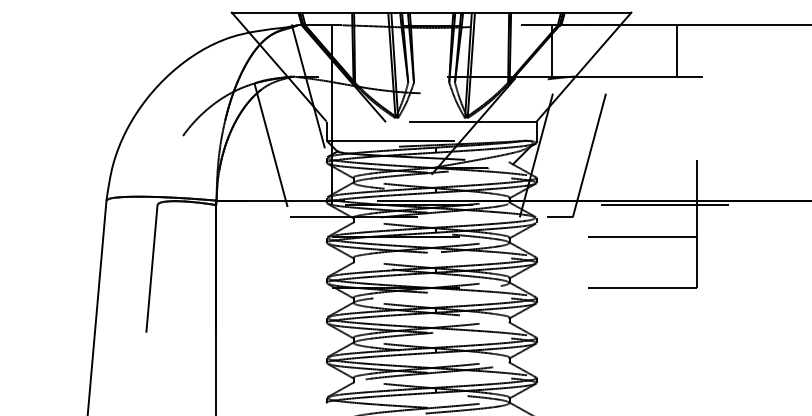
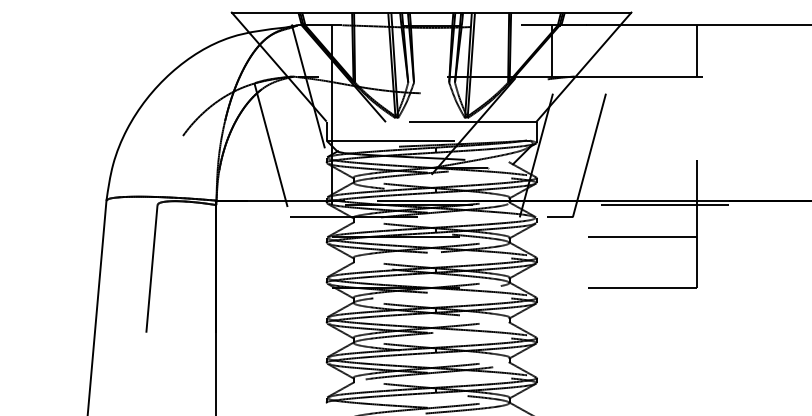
line at (676, 50) position: (676, 50) -> (696, 50)
